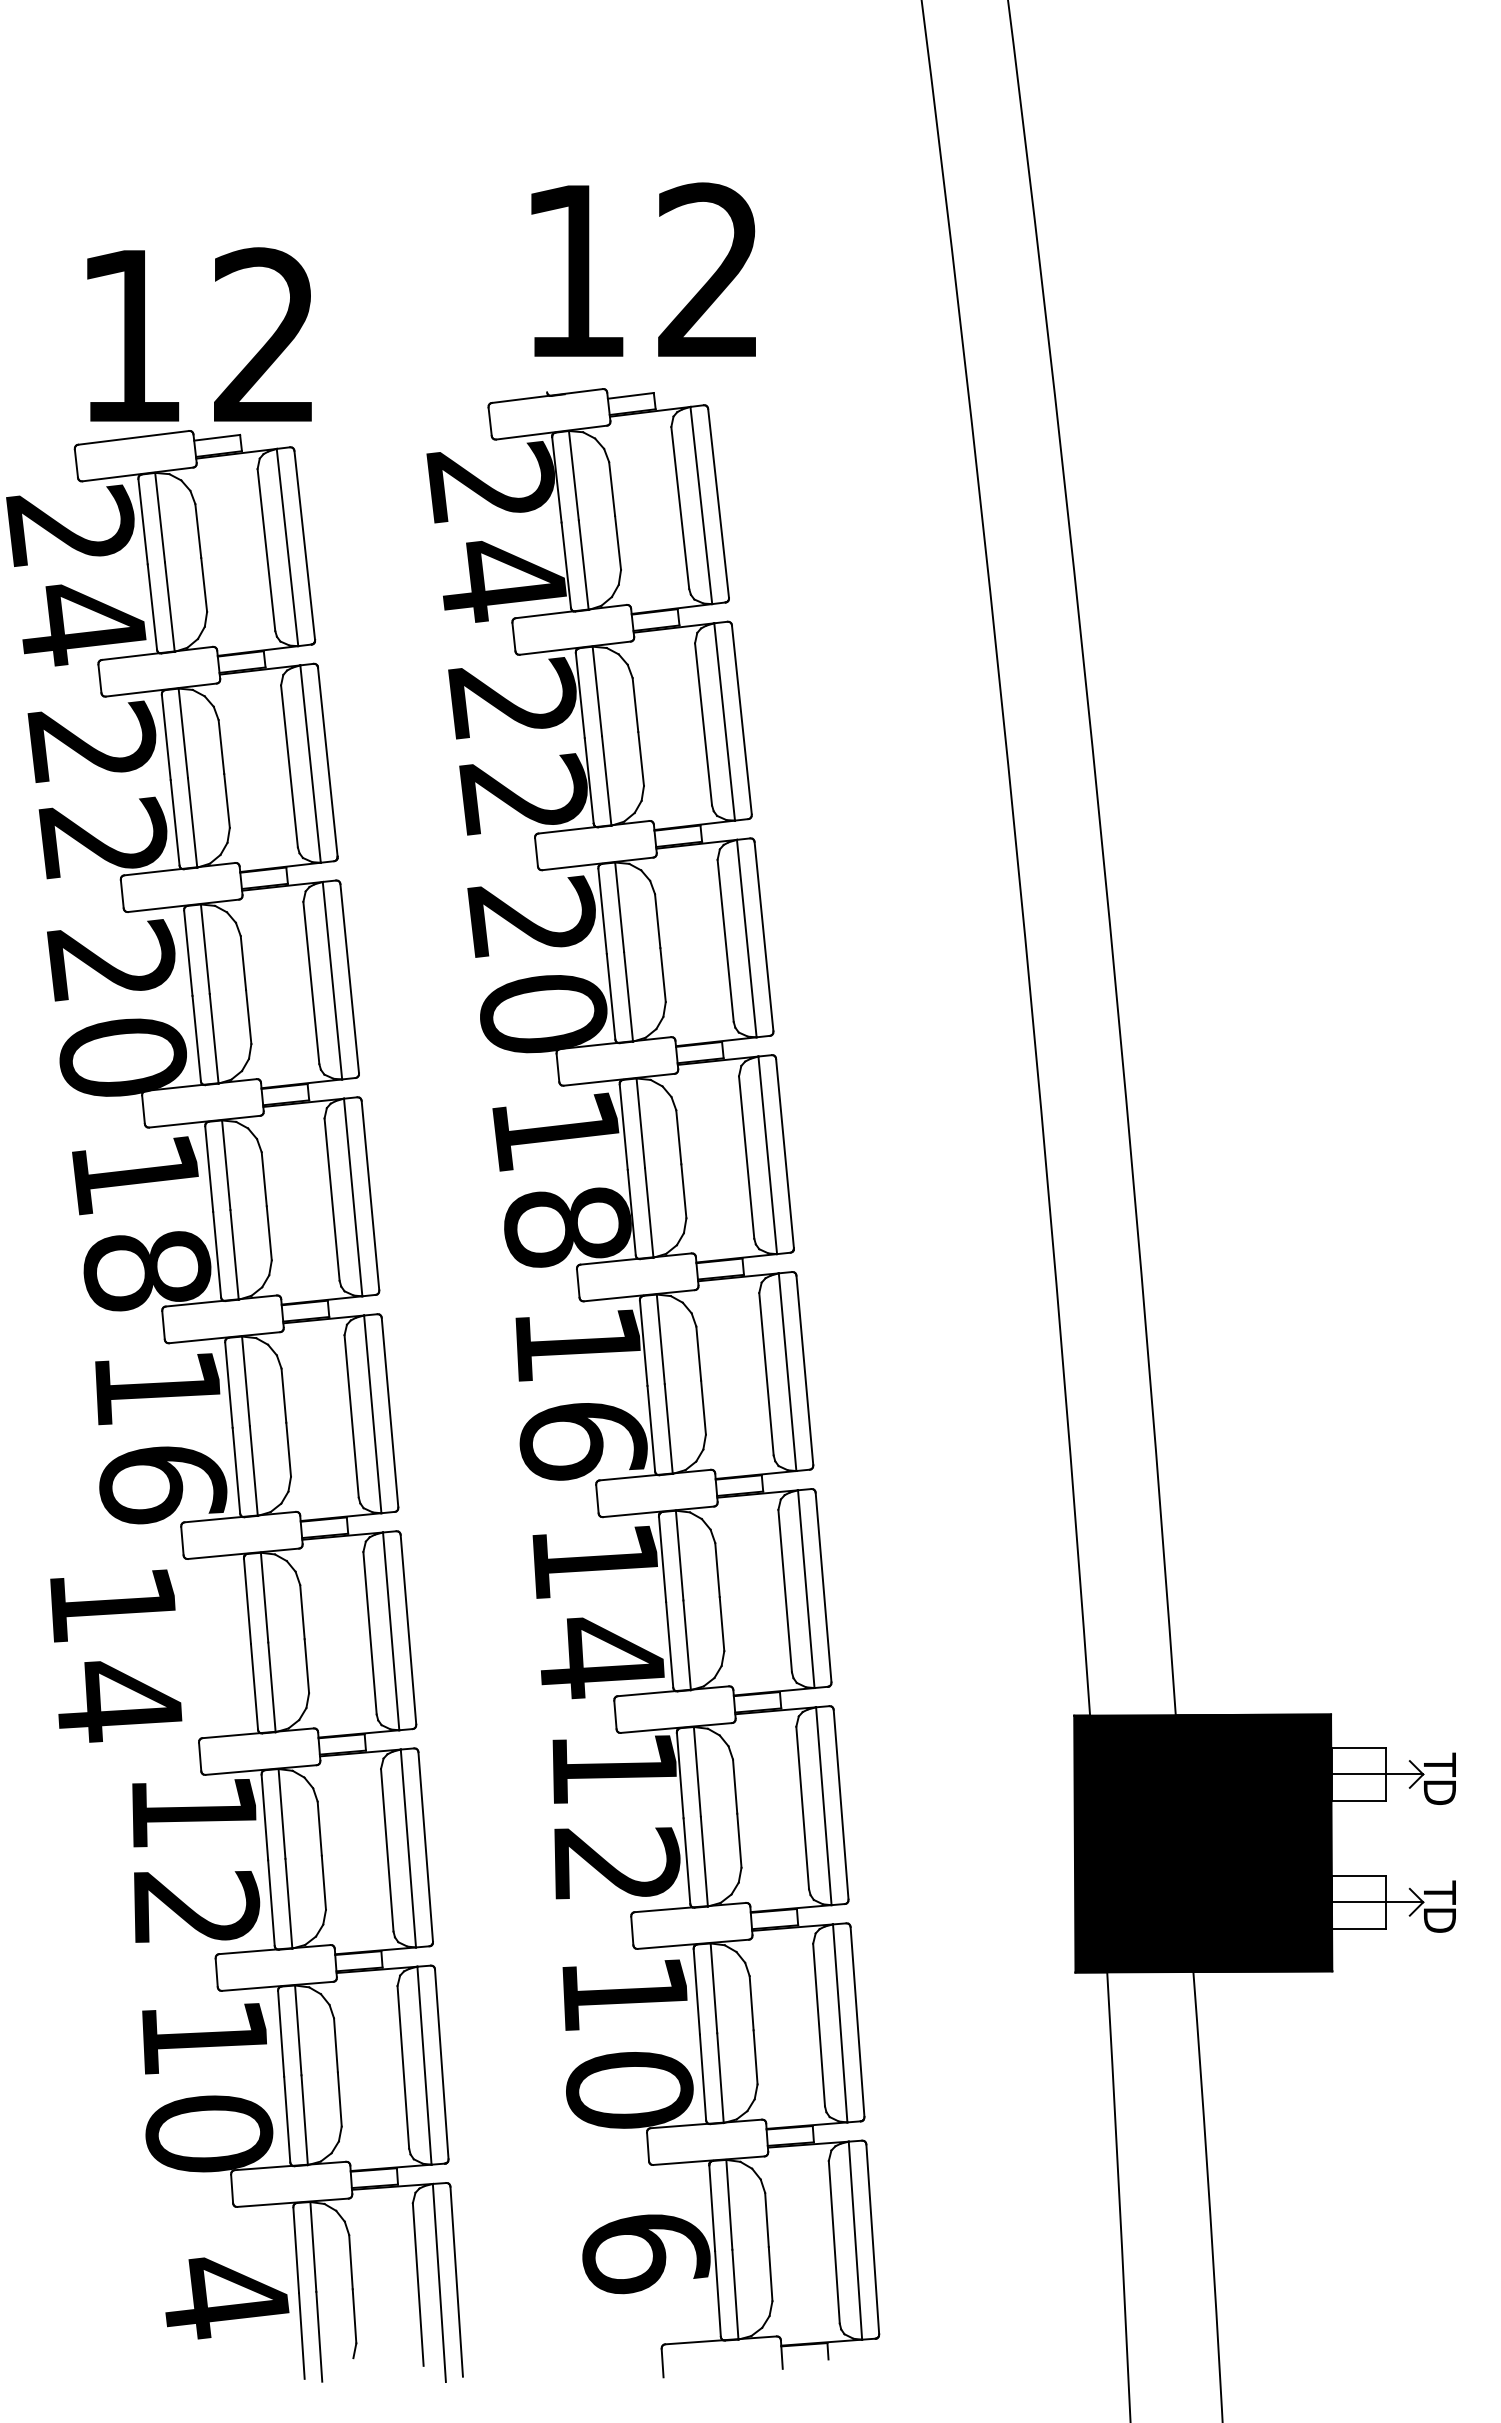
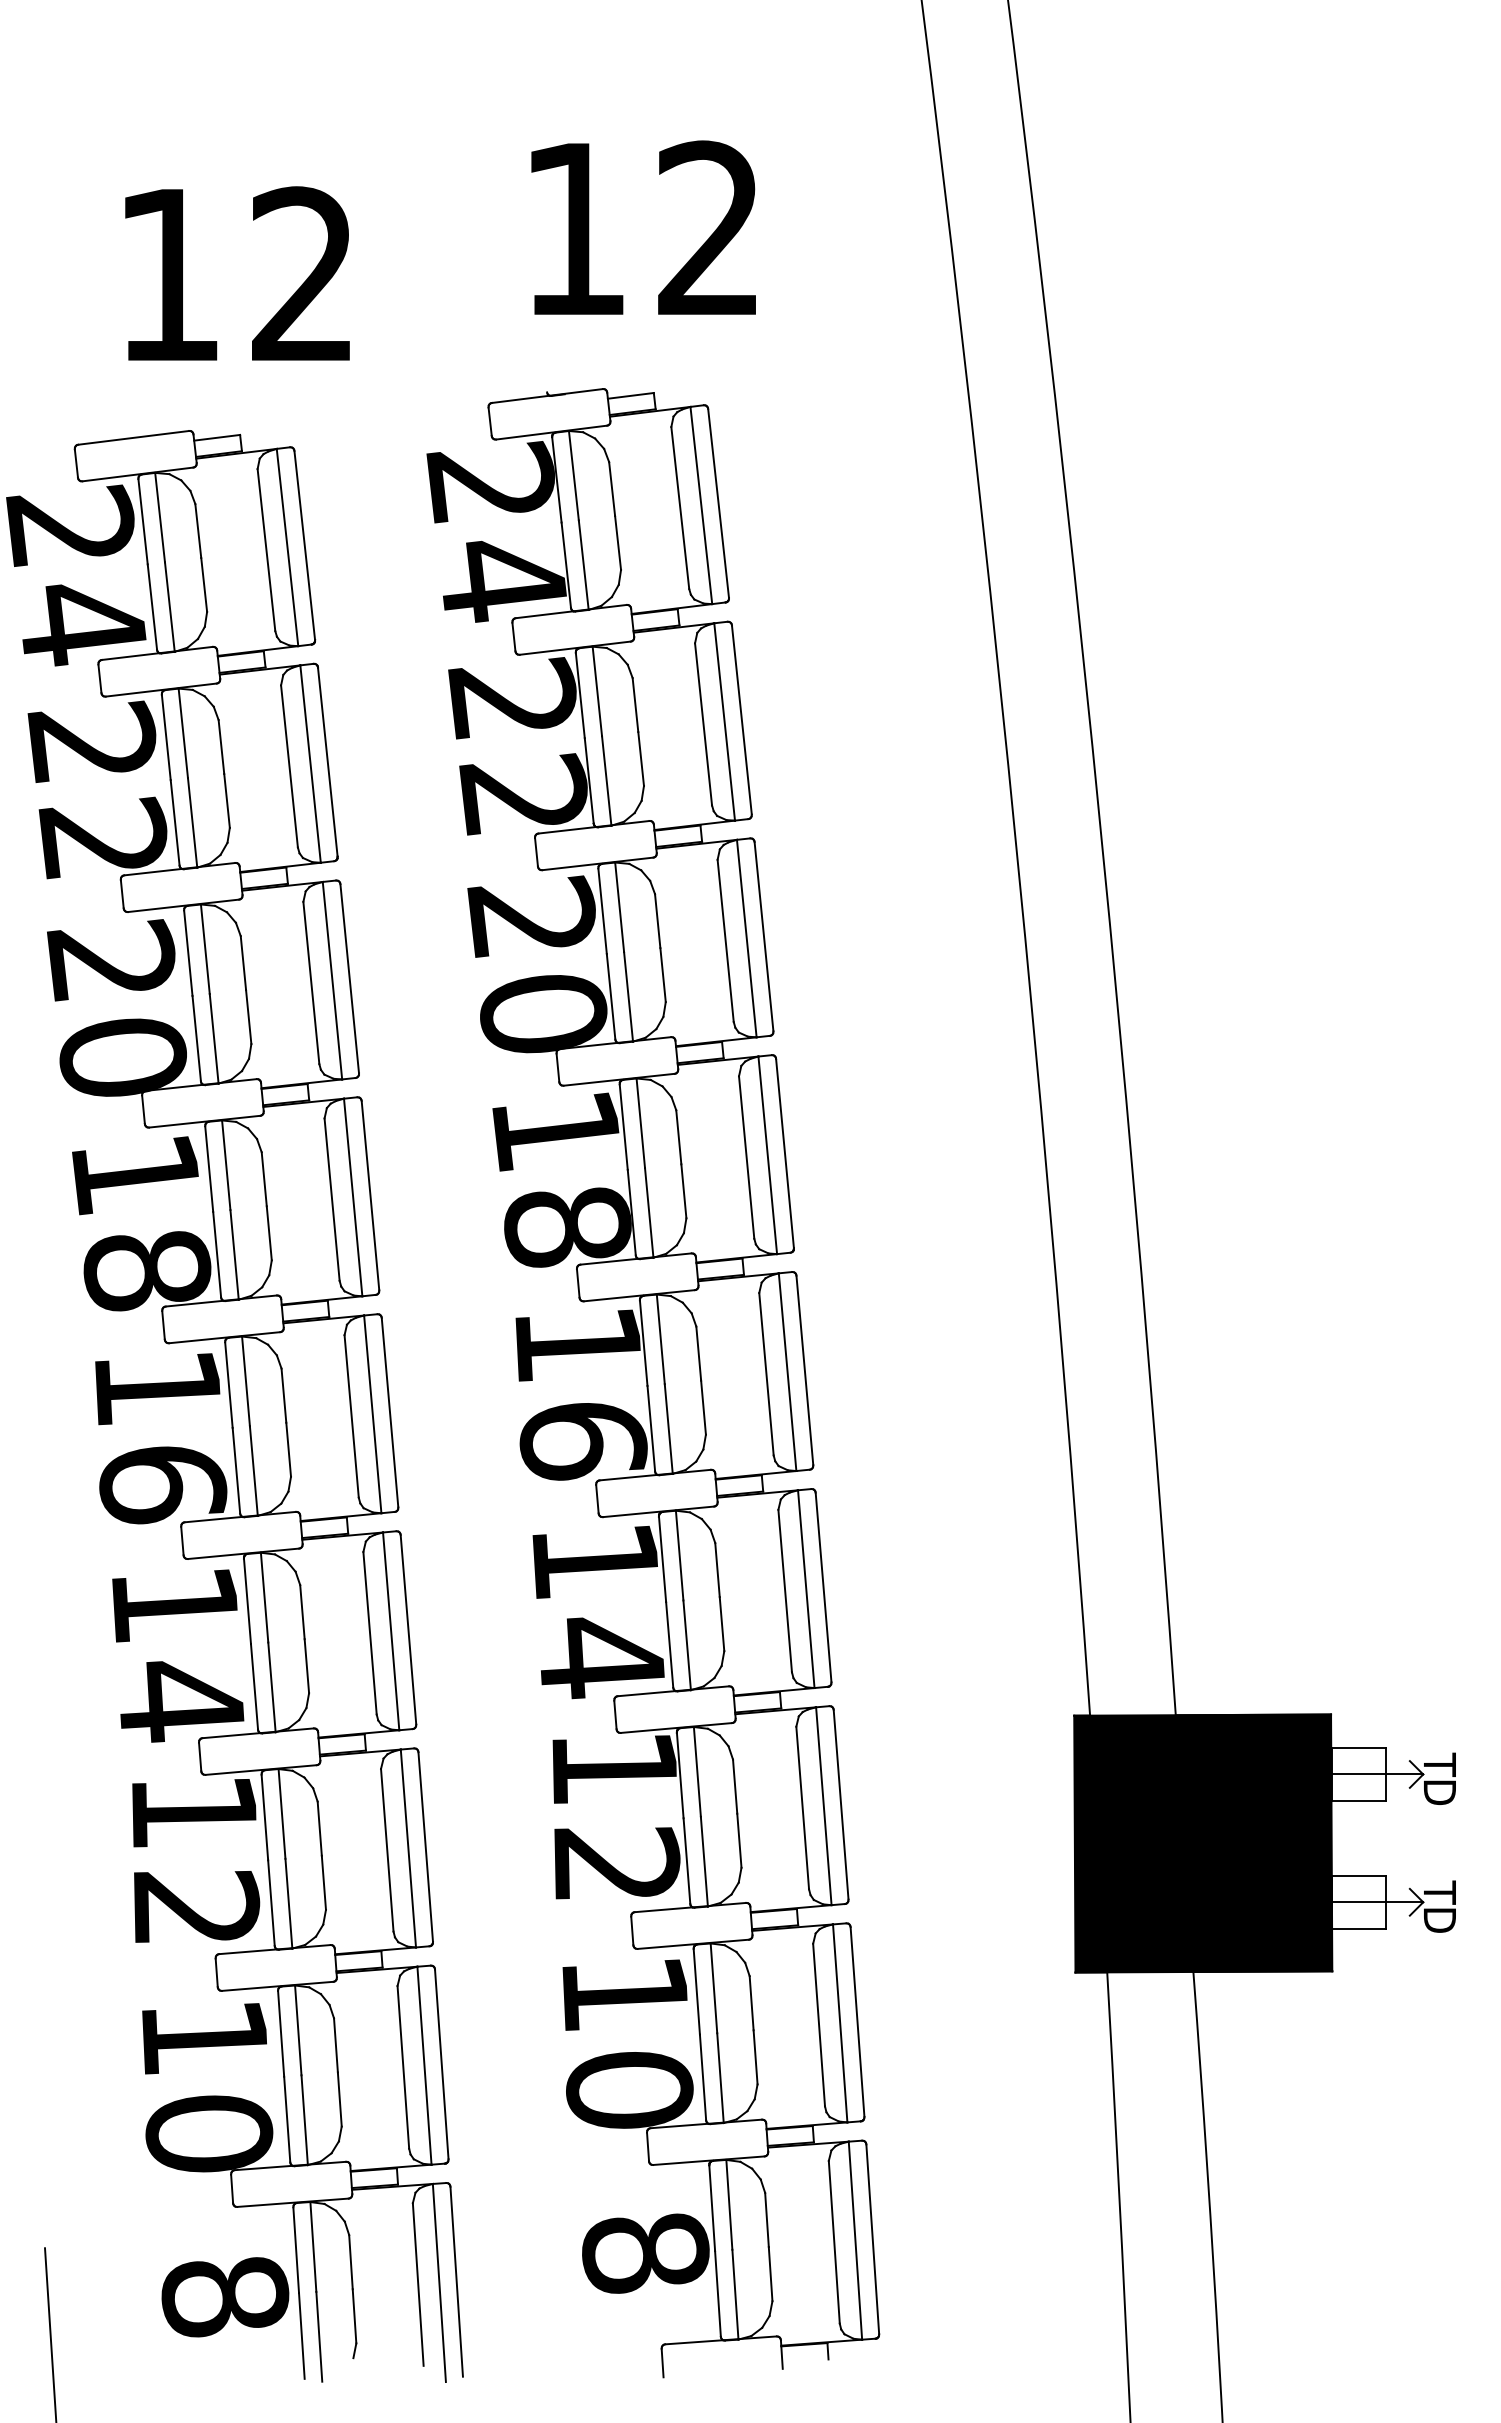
text at (643, 269) position: (643, 269) -> (643, 227)
text at (199, 334) position: (199, 334) -> (237, 273)
text at (116, 1655) position: (116, 1655) -> (178, 1655)
text at (646, 2253): 6 -> 8
text at (225, 2298): 4 -> 8
line at (50, 2333): none -> present
